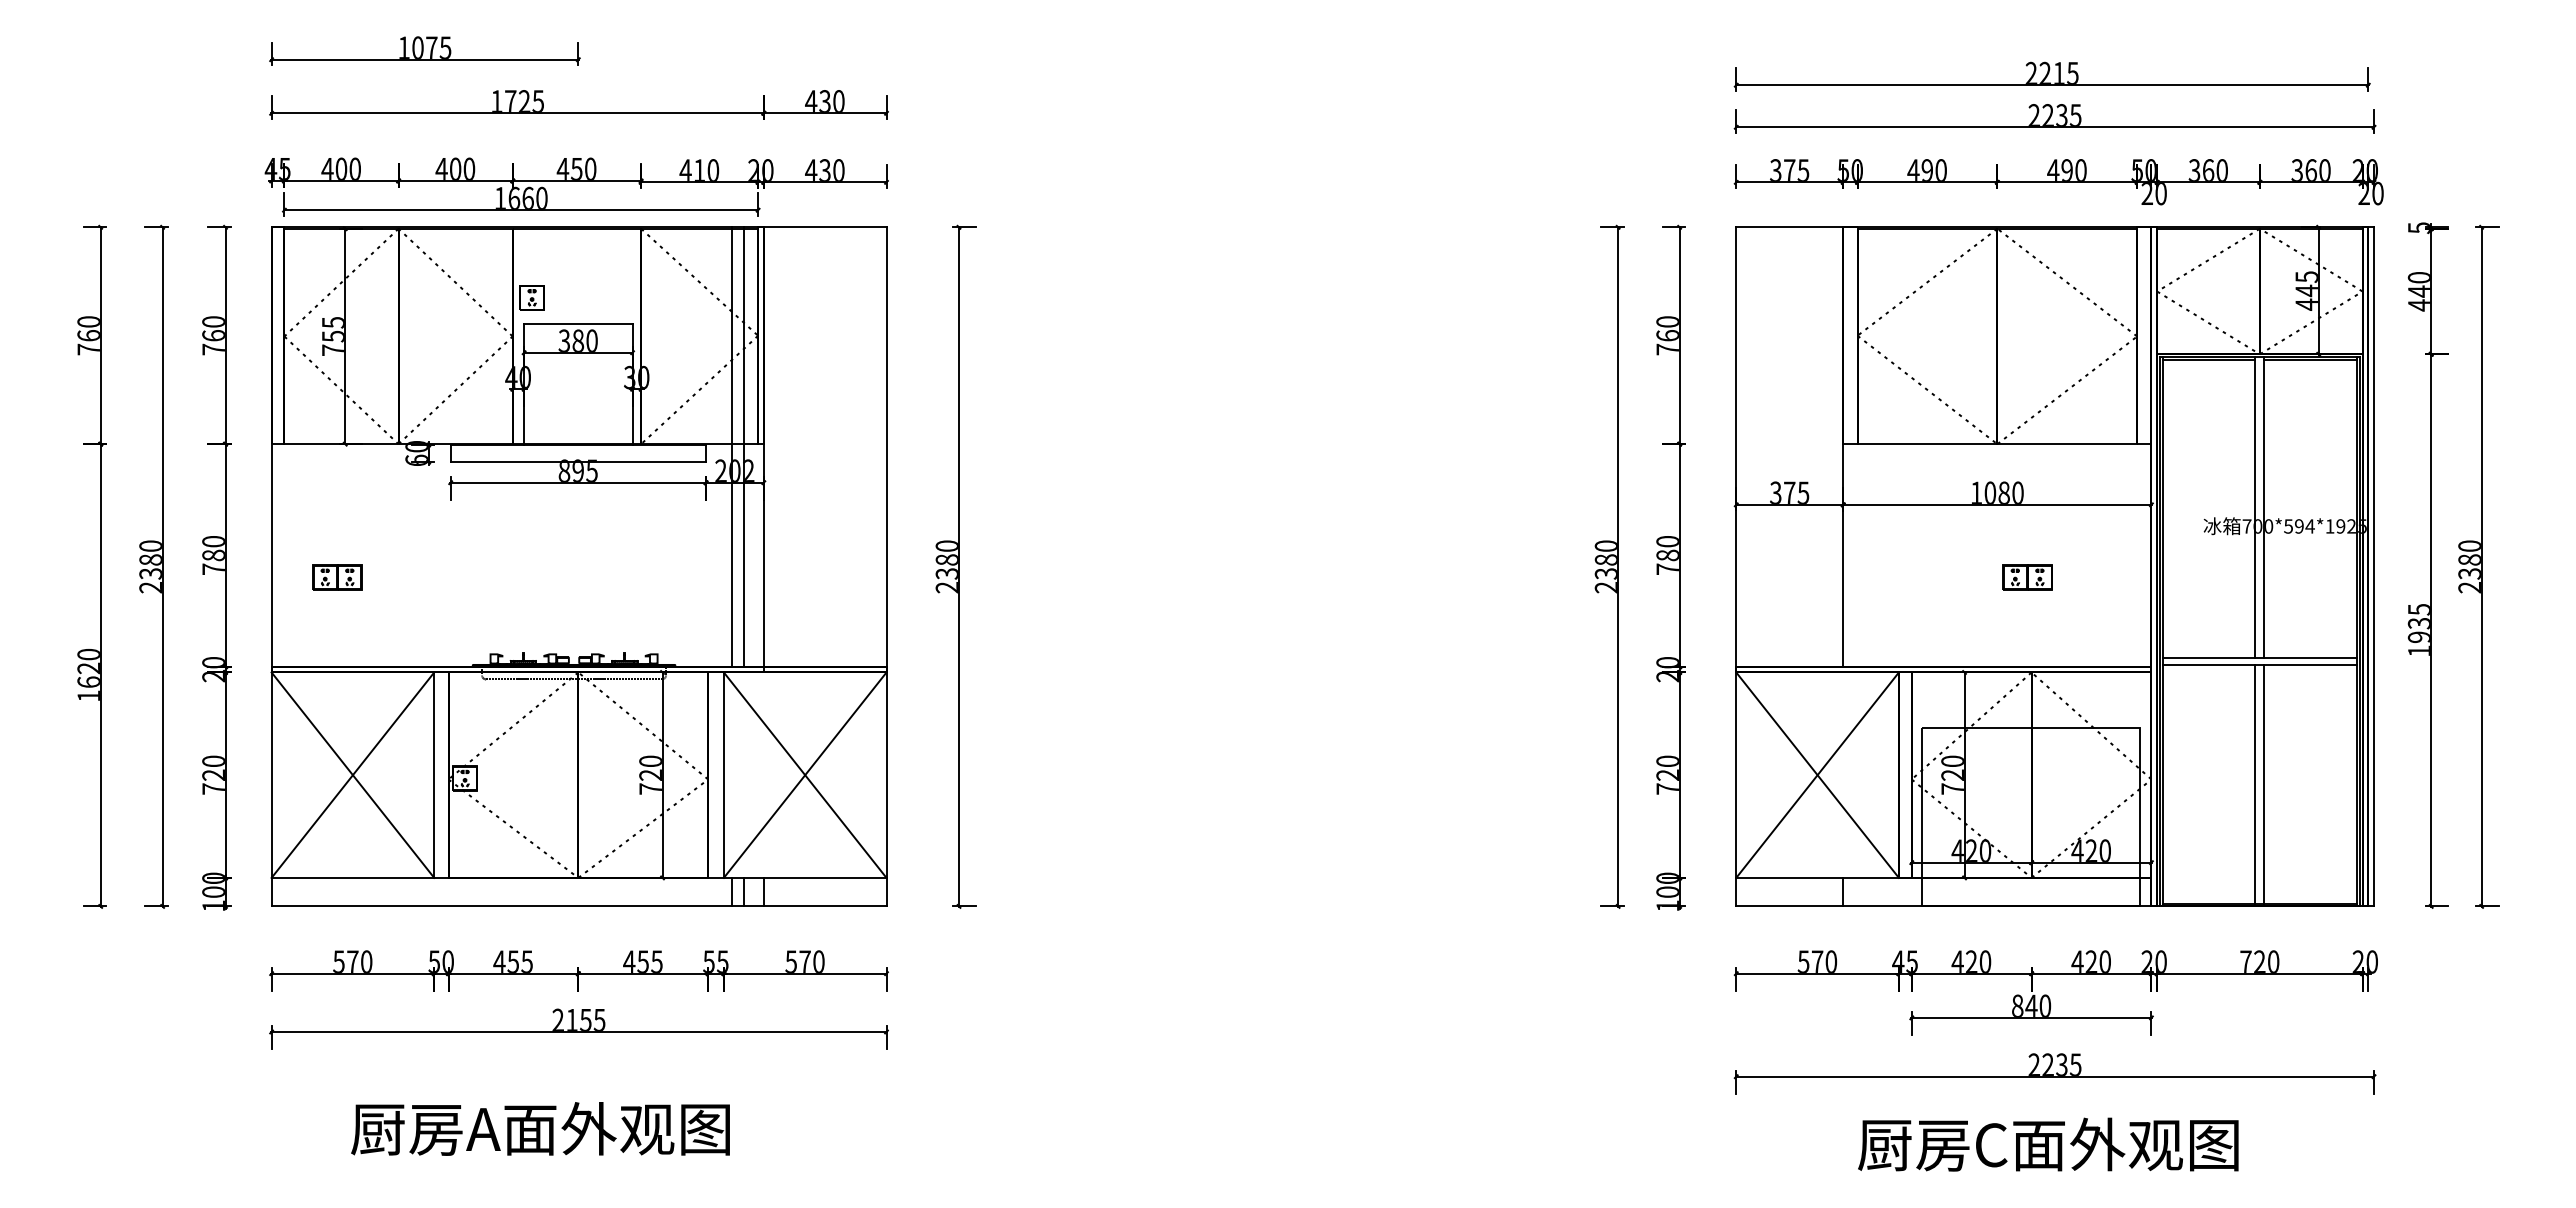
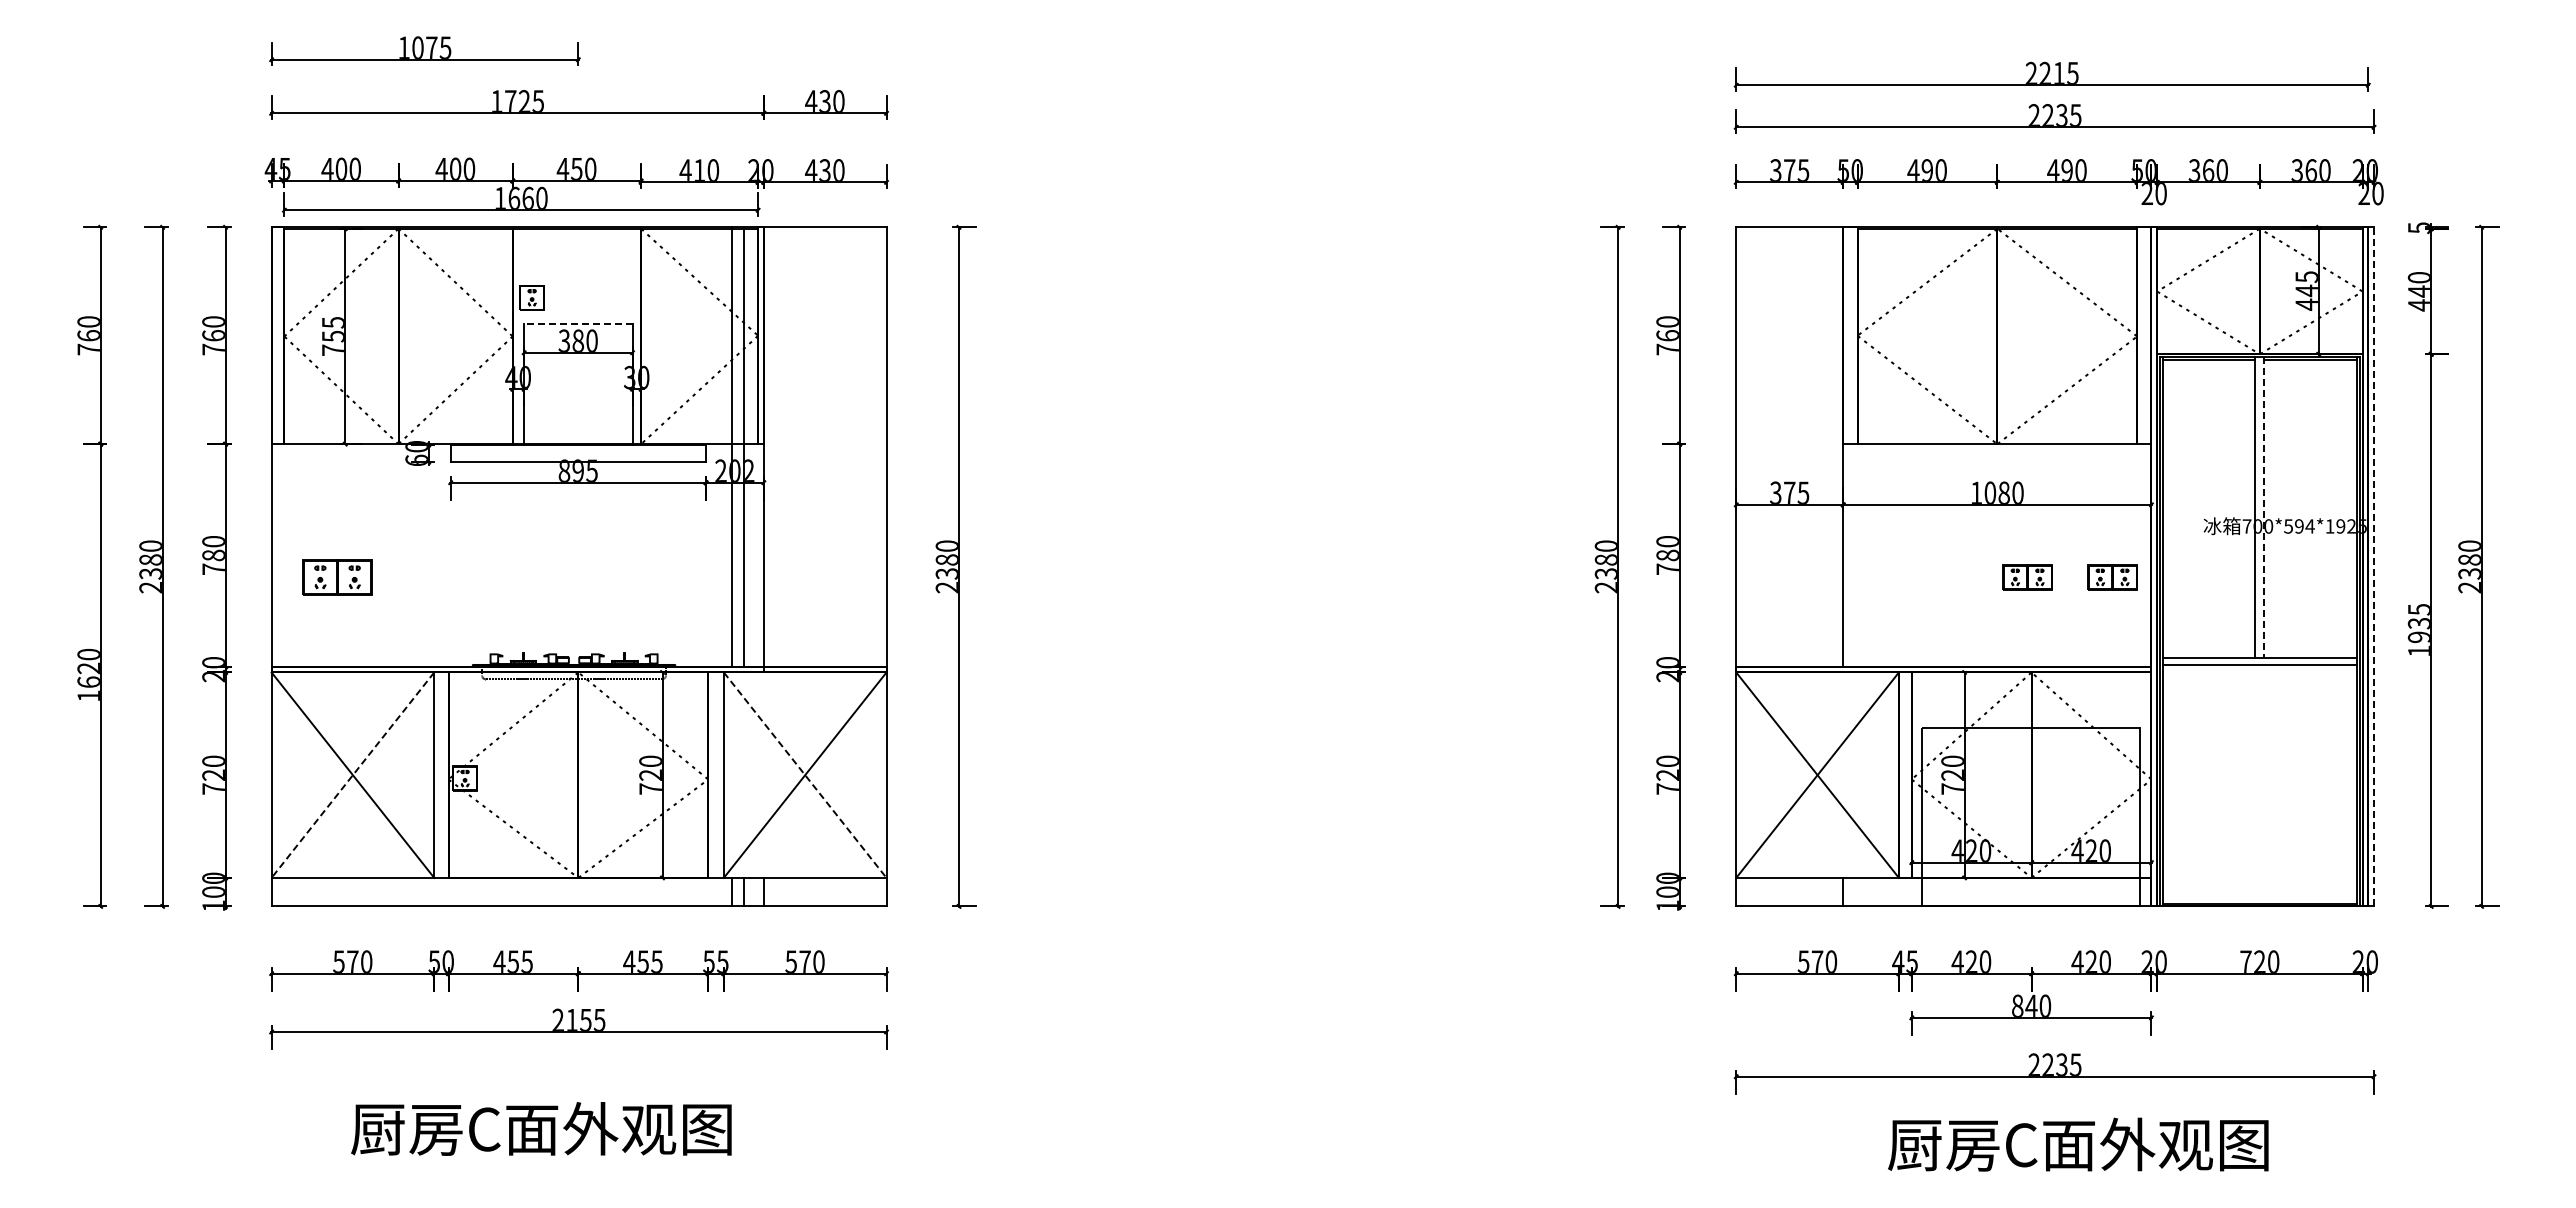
line at (577, 323): solid -> dashed
line at (2264, 507): solid -> dashed
line at (2374, 566): solid -> dashed
part at (337, 577) size: 51x27 px -> 71x37 px
part at (2112, 577): none -> present
line at (352, 775): solid -> dashed
line at (805, 775): solid -> dashed
line at (2255, 784): present -> none
line at (2264, 784): present -> none
text at (598, 1128): 厨房A面外观图 -> 厨房C面外观图
text at (2048, 1144) position: (2048, 1144) -> (2078, 1144)
